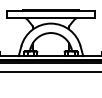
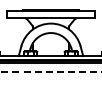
line at (50, 71): solid -> dashed
